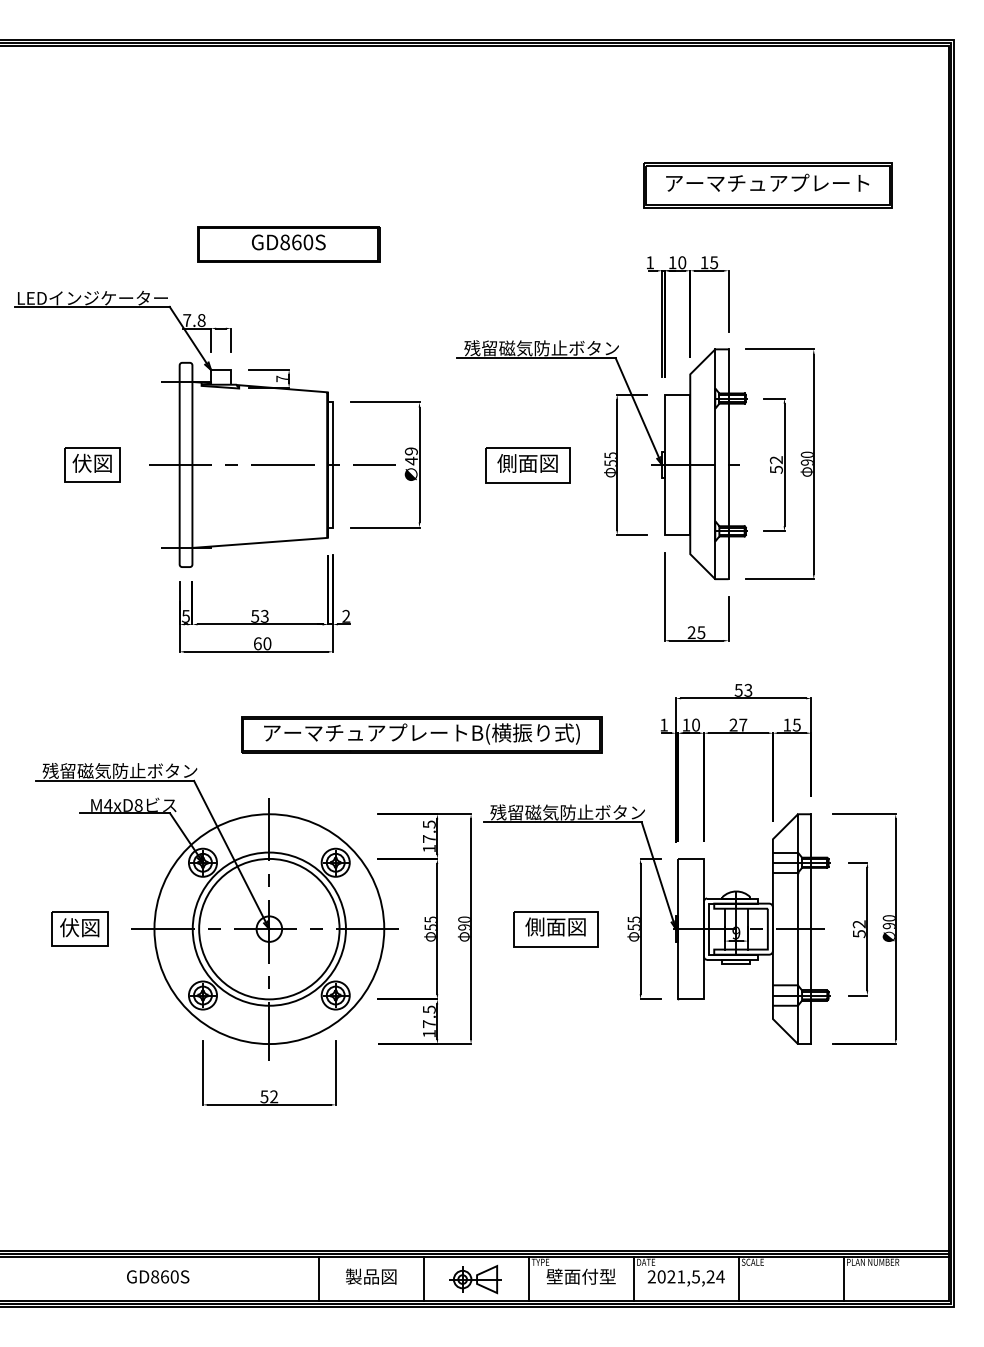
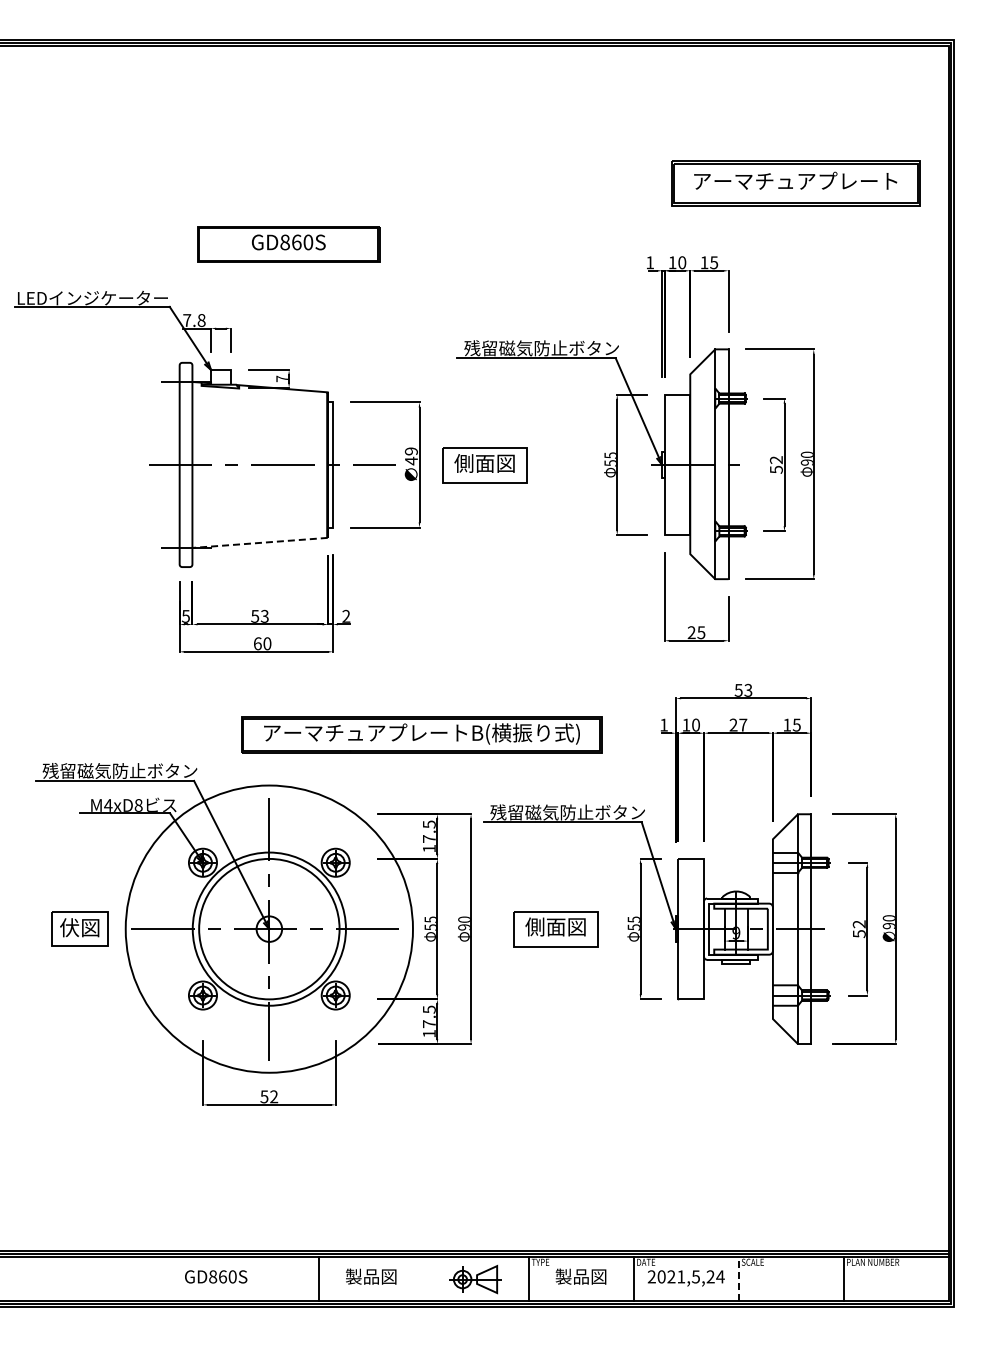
part at (767, 185) position: (767, 185) -> (795, 183)
part at (92, 464): present -> none
part at (527, 465) position: (527, 465) -> (484, 465)
line at (260, 542): solid -> dashed
circle at (269, 929) diameter: 230 px -> 287 px
text at (158, 1276) position: (158, 1276) -> (216, 1276)
text at (580, 1276): 壁面付型 -> 製品図
line at (423, 1278): present -> none
line at (738, 1278): solid -> dashed
